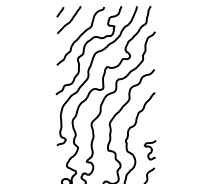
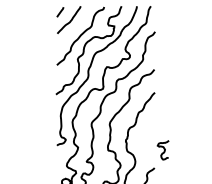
curve at (150, 149) position: (150, 149) -> (163, 149)
